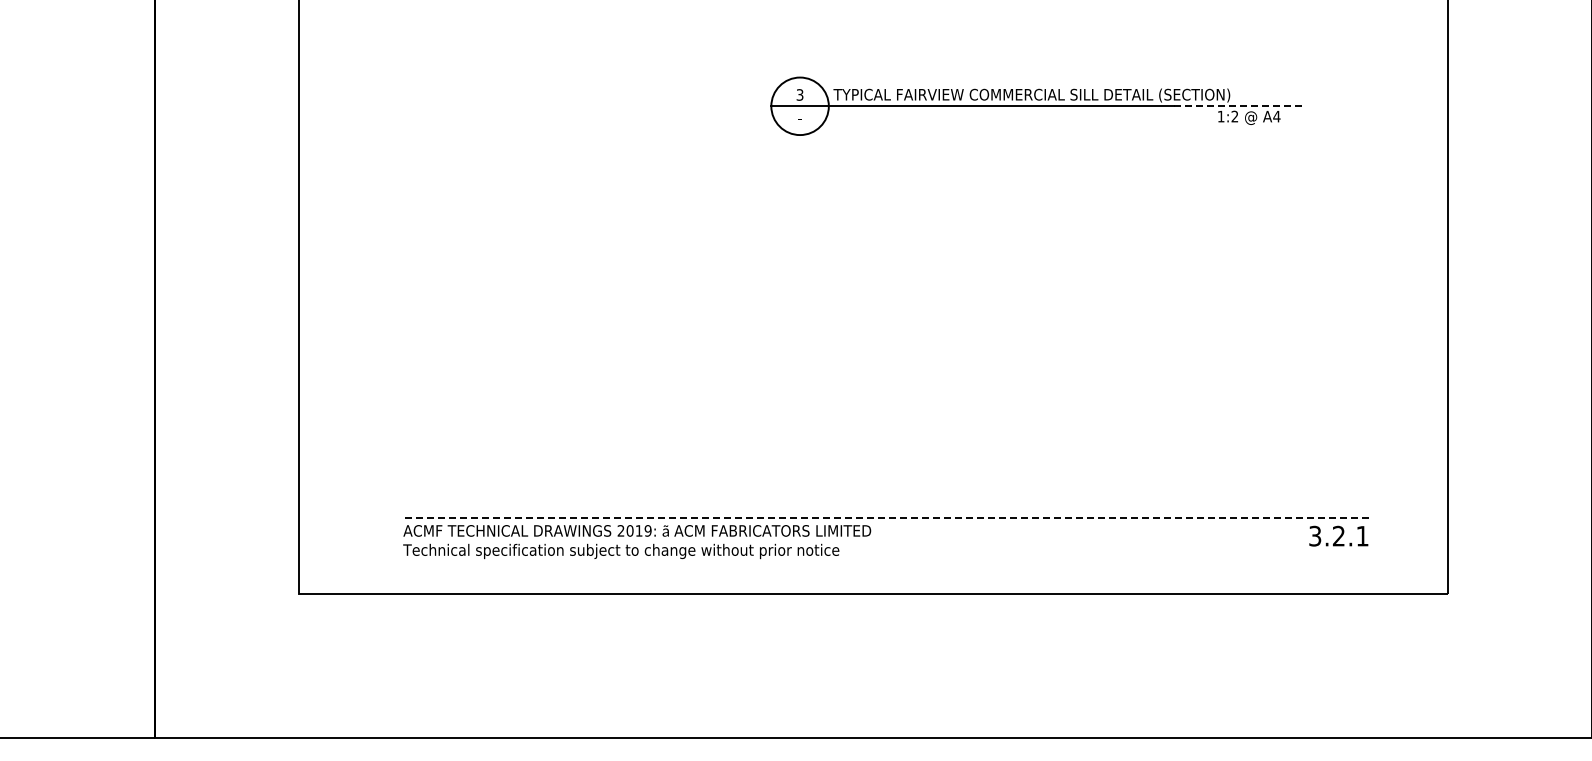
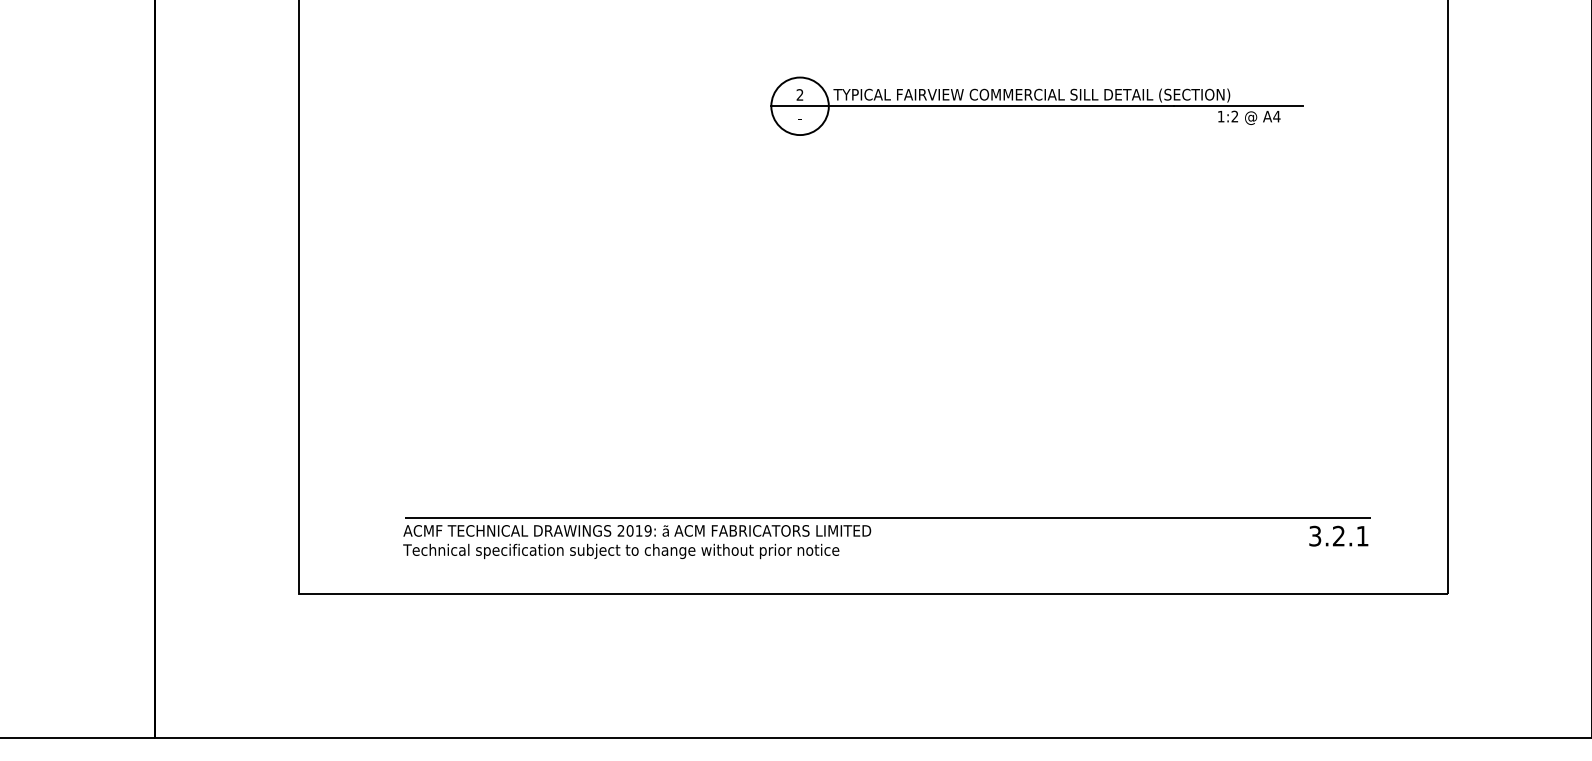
text at (799, 94): 3 -> 2
line at (1238, 106): dashed -> solid
line at (887, 518): dashed -> solid
